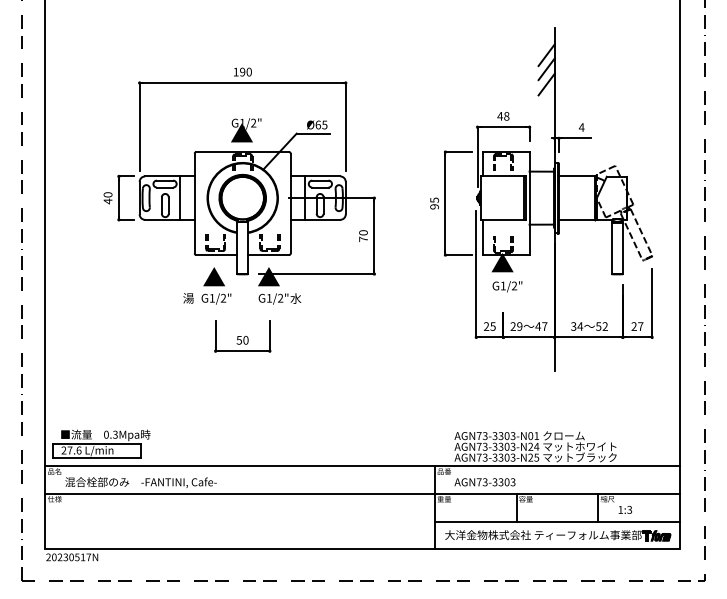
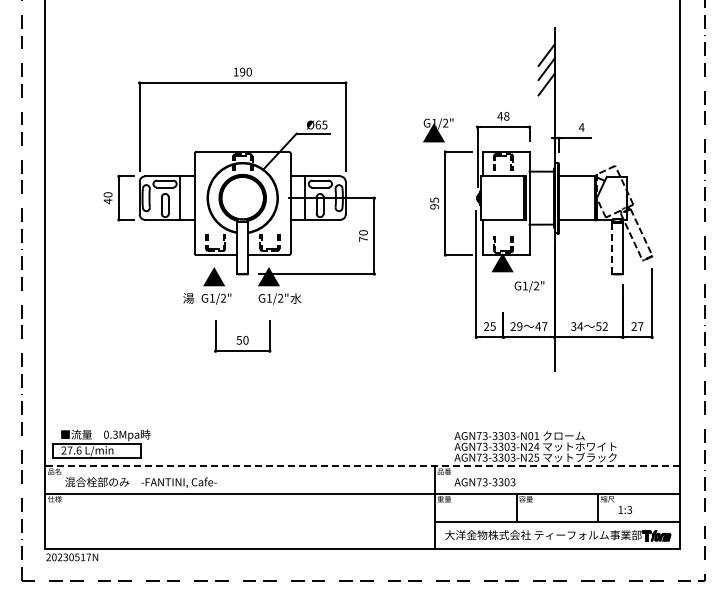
text at (246, 130) position: (246, 130) -> (438, 130)
line at (612, 248): solid -> dashed
text at (507, 286) position: (507, 286) -> (529, 286)
line at (362, 466): solid -> dashed
